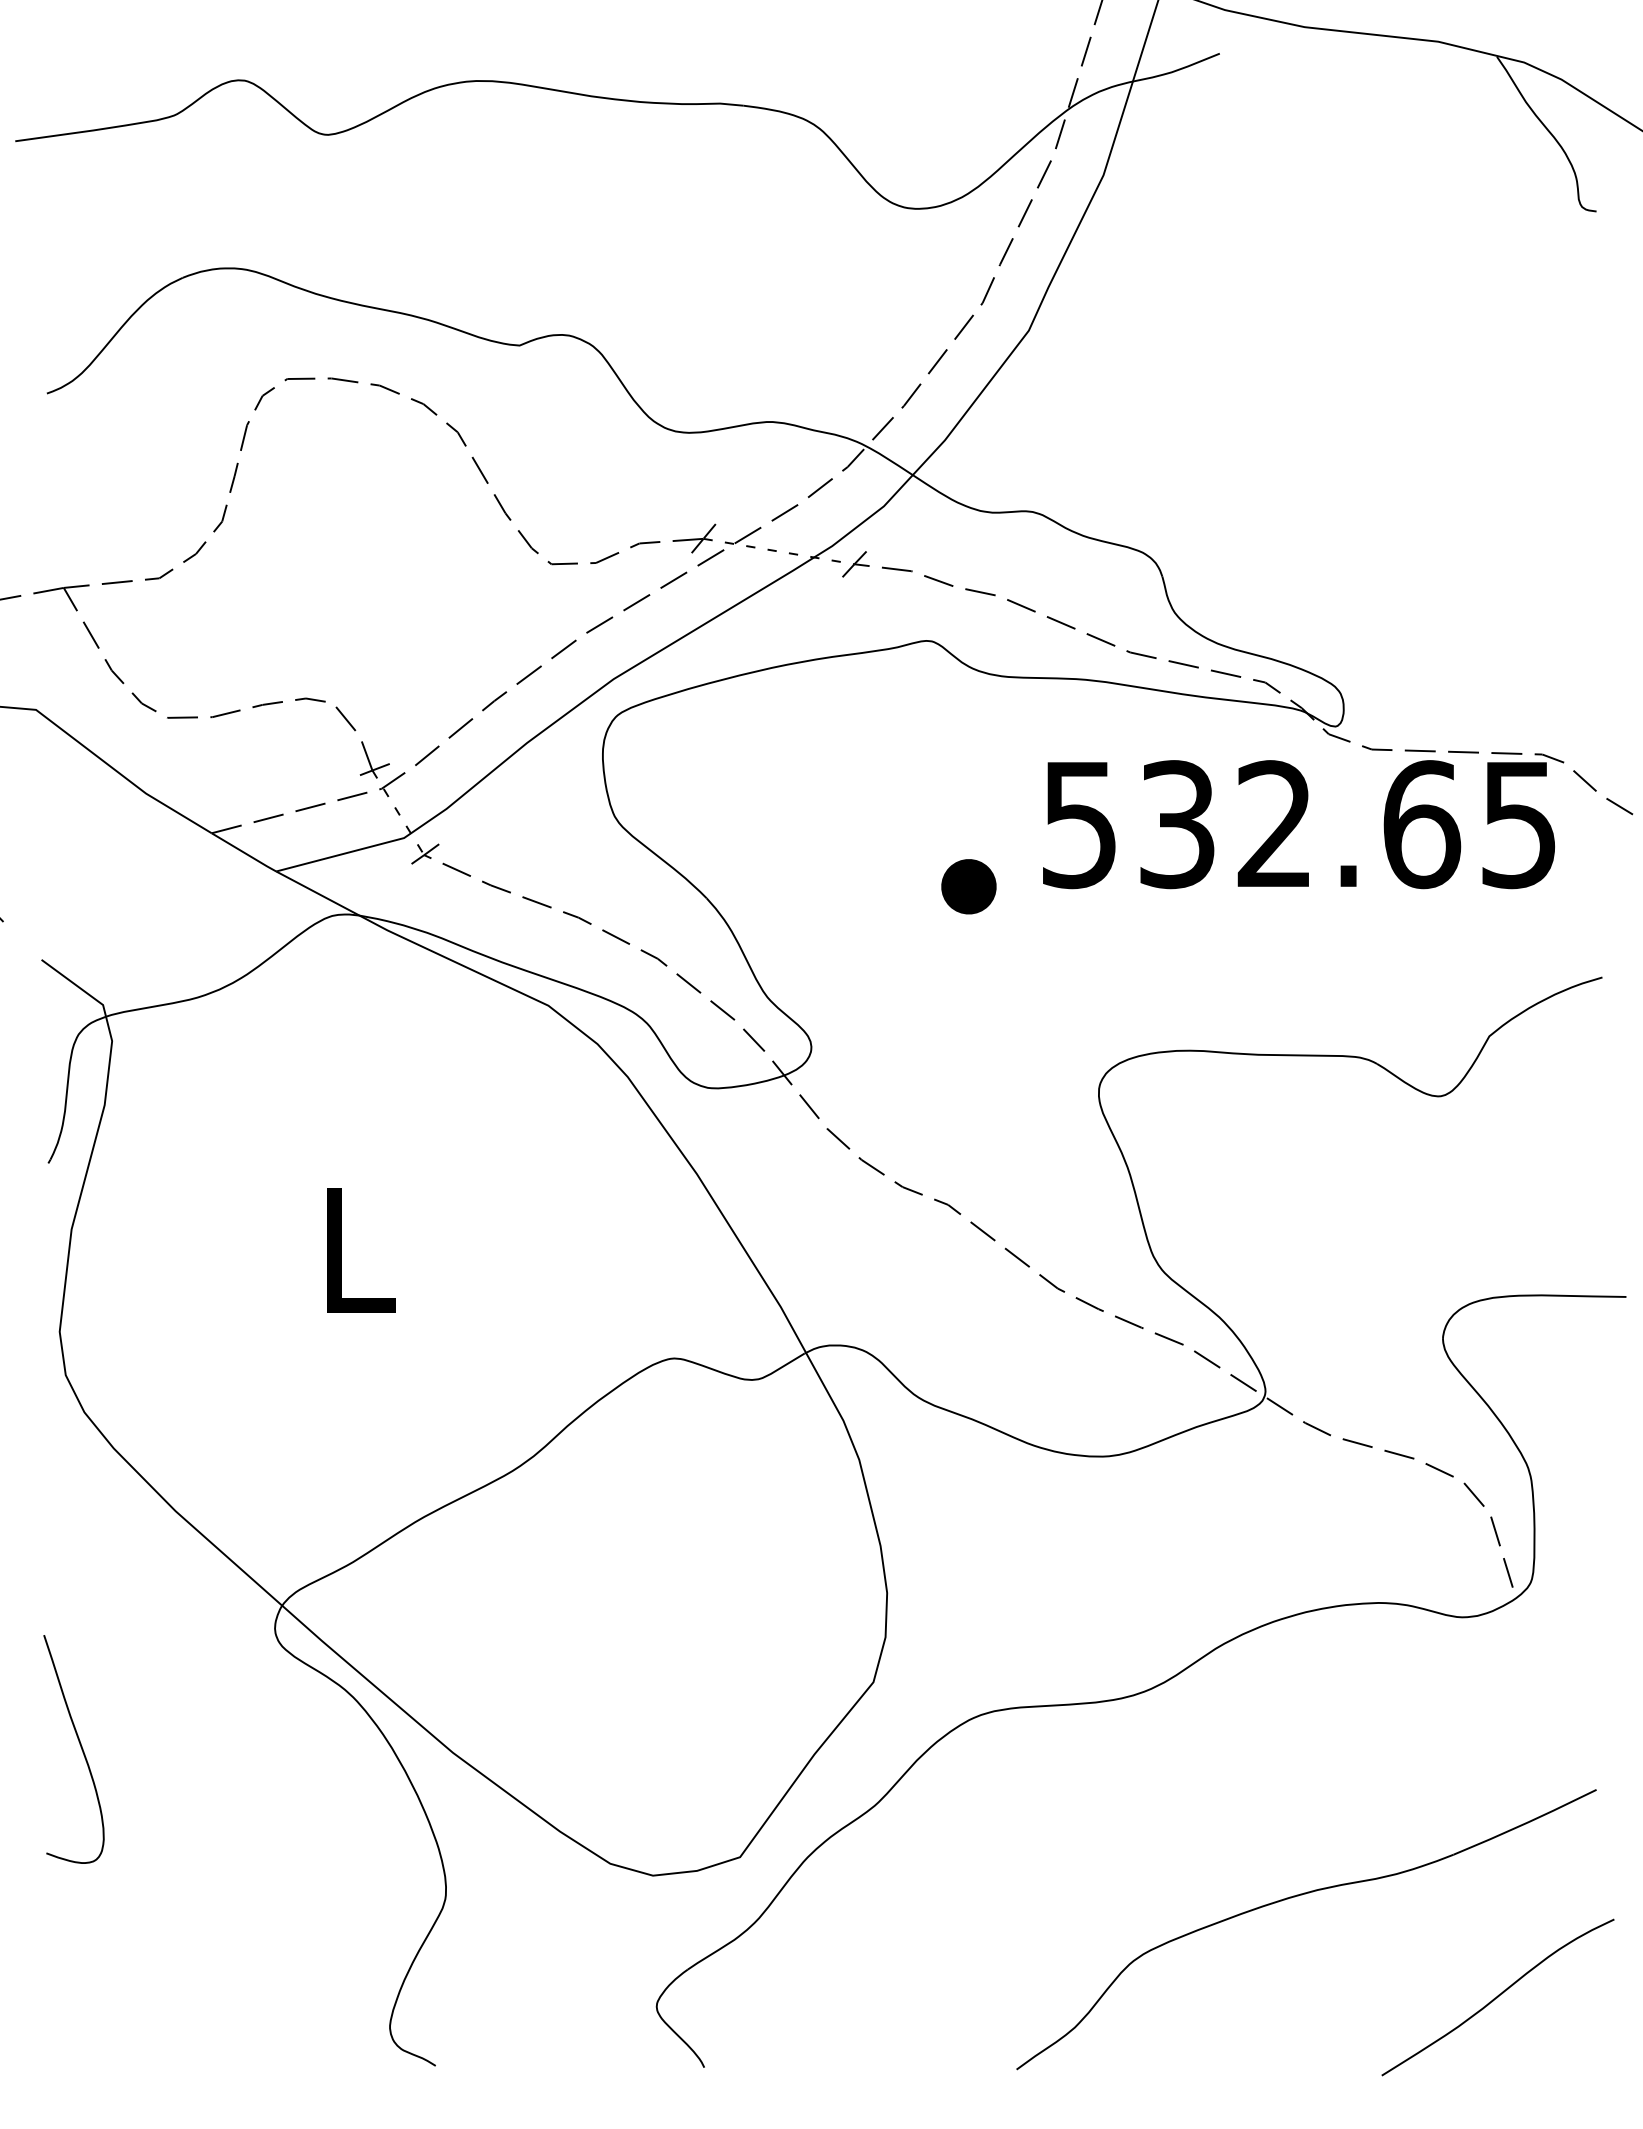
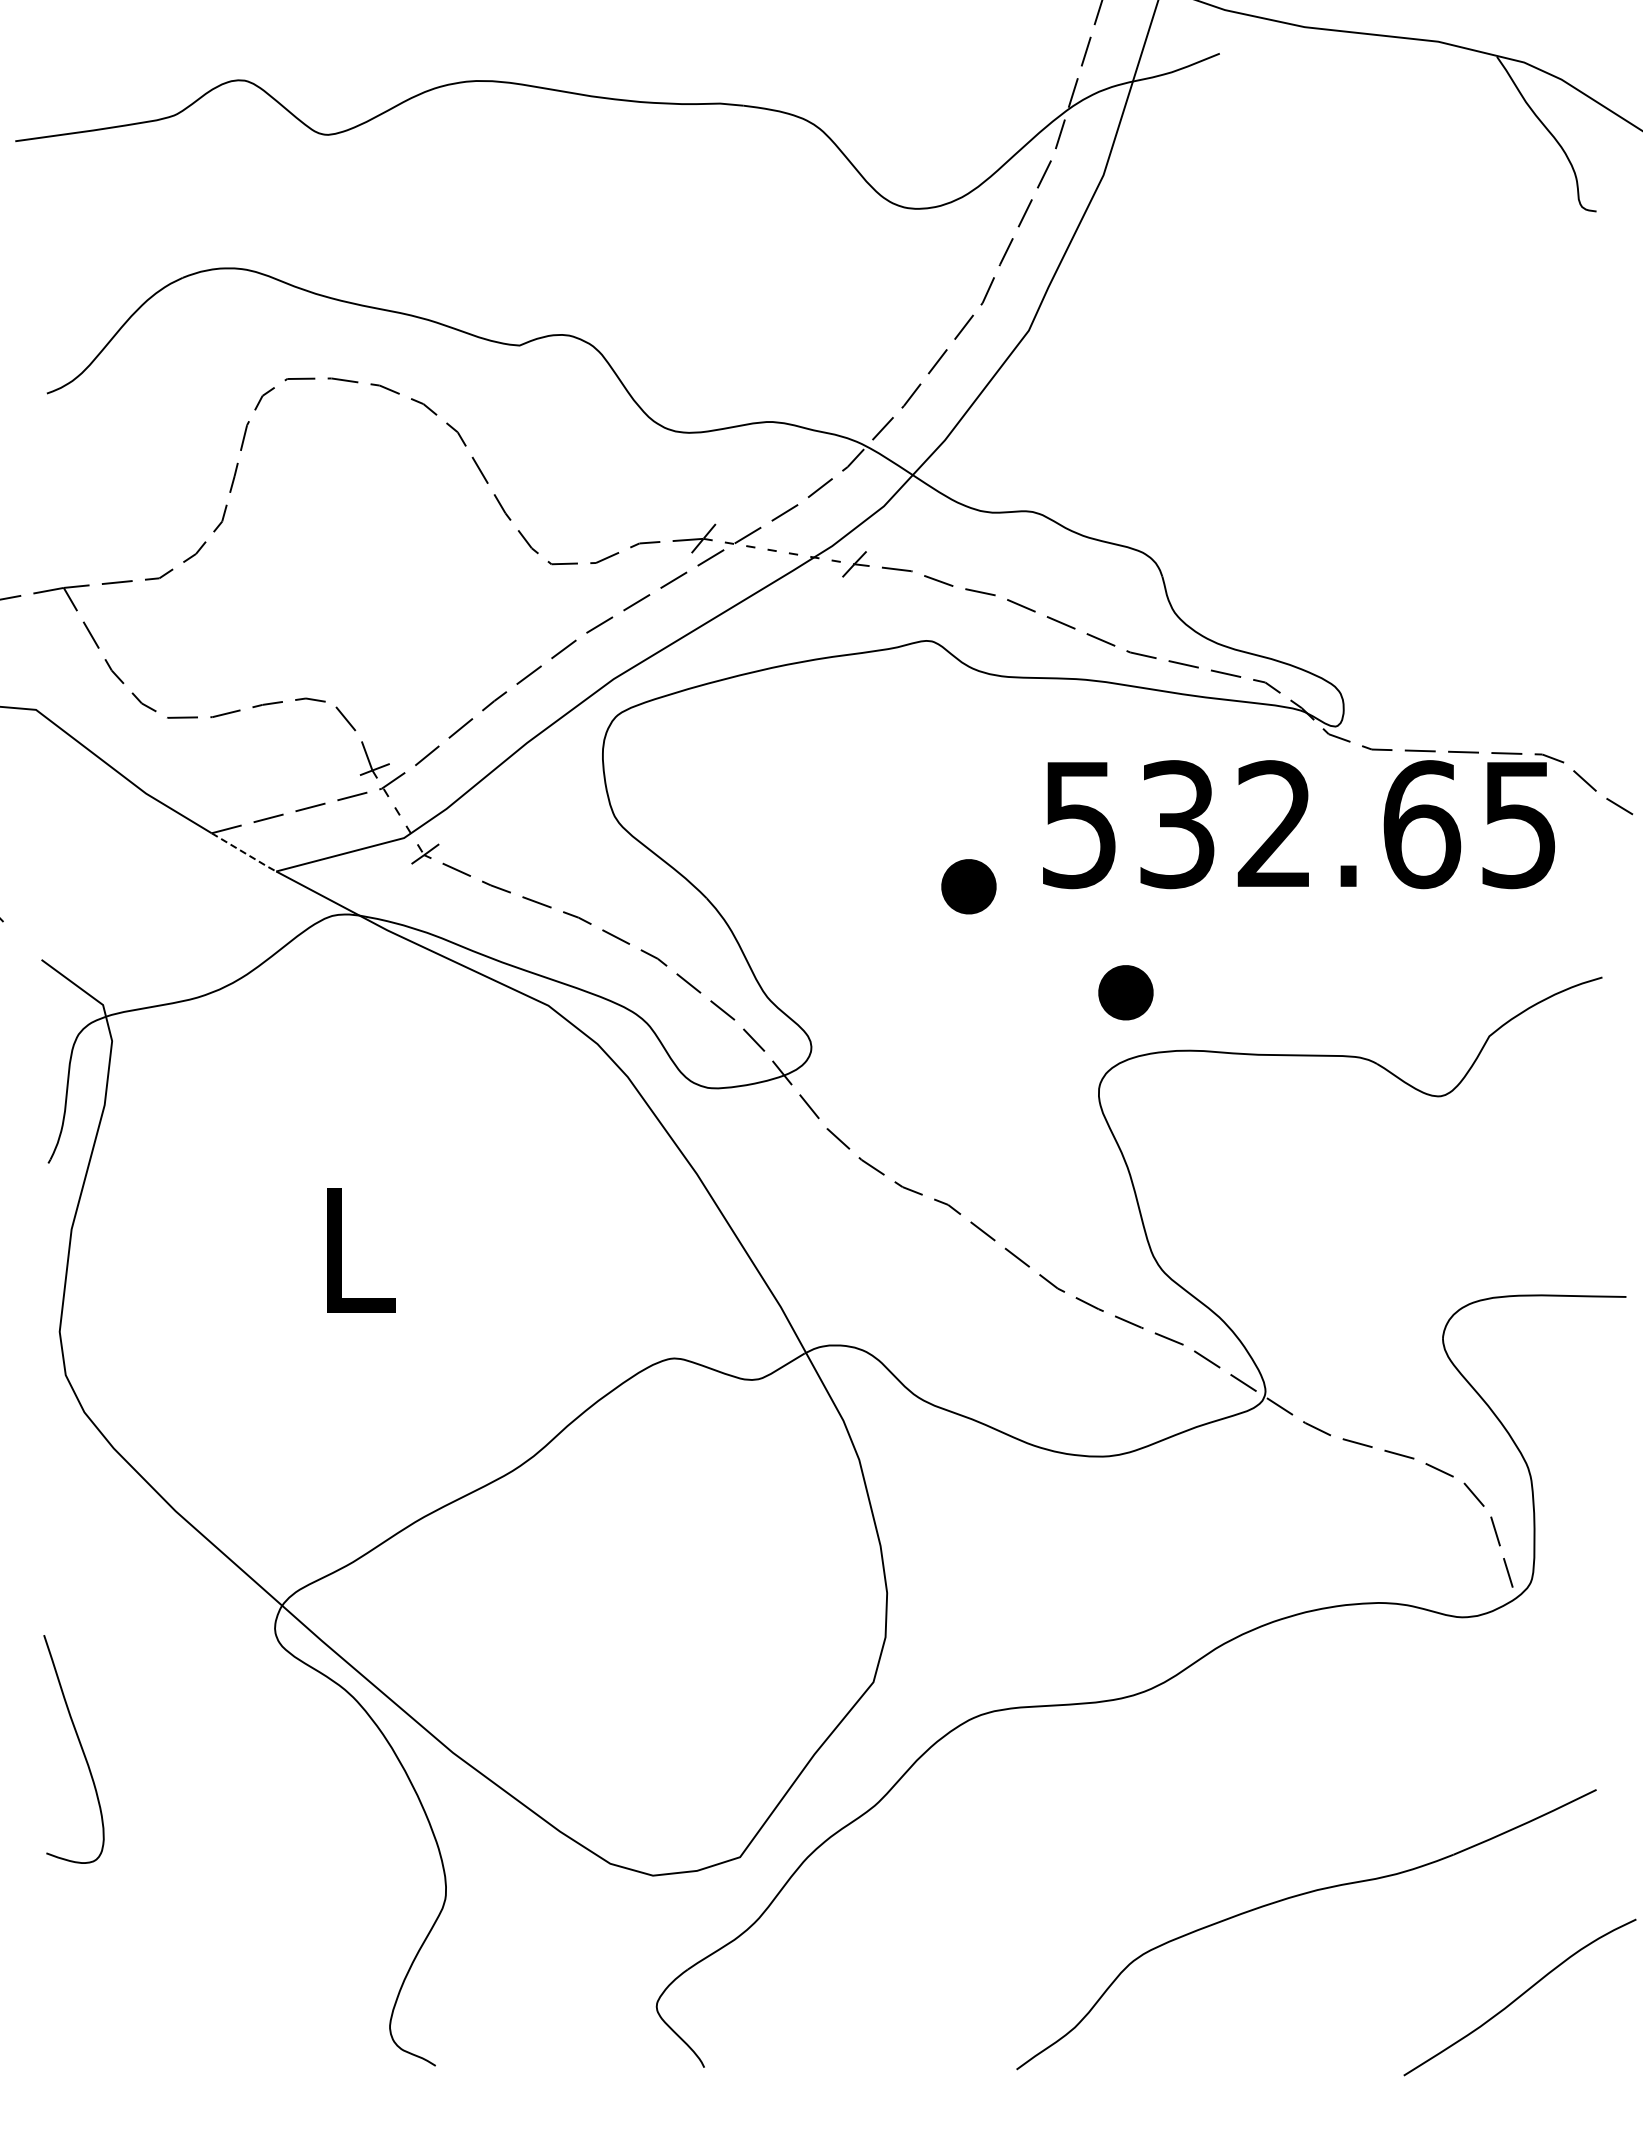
line at (244, 853): solid -> dashed
part at (1125, 992): none -> present
curve at (1497, 1997) position: (1497, 1997) -> (1519, 1997)
